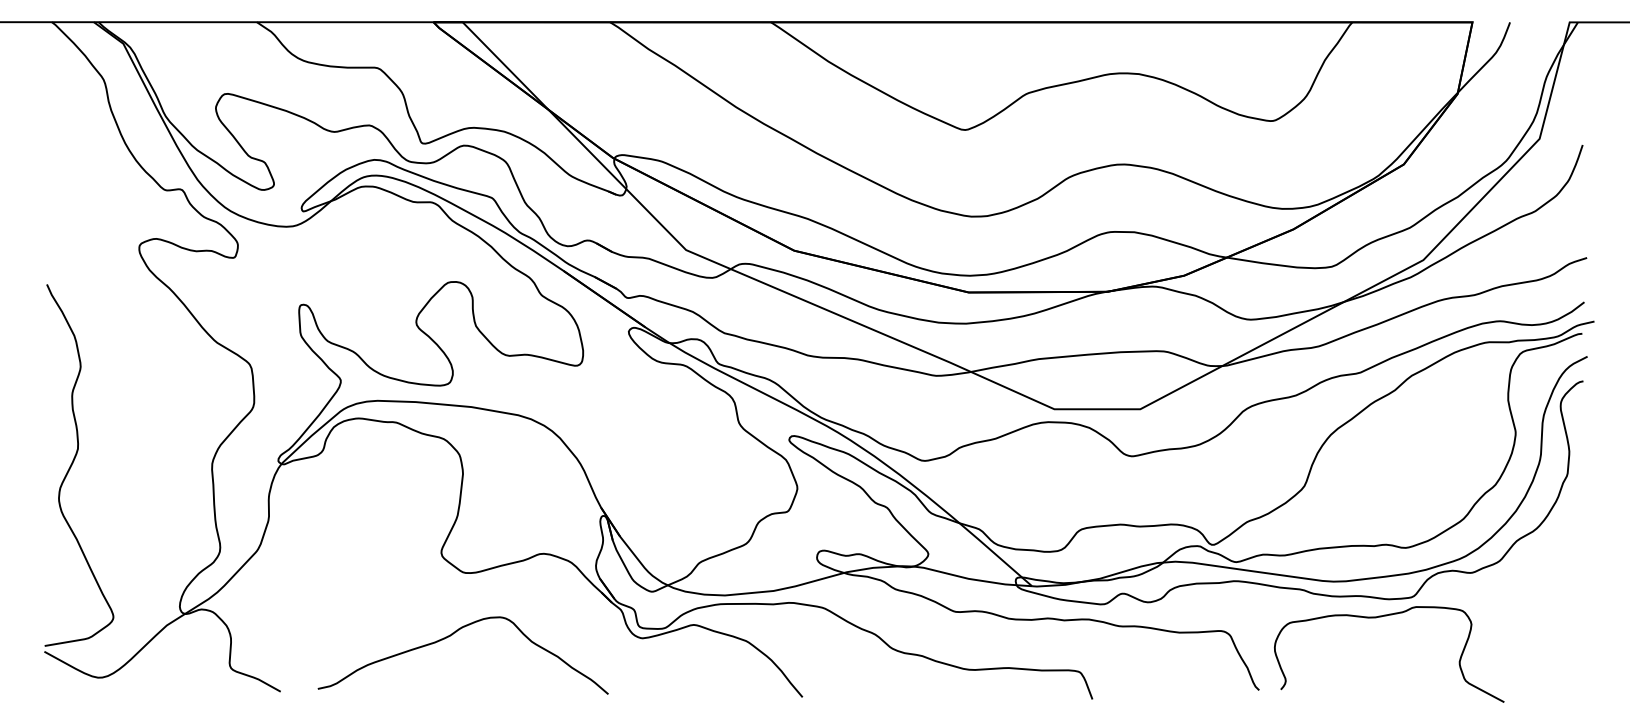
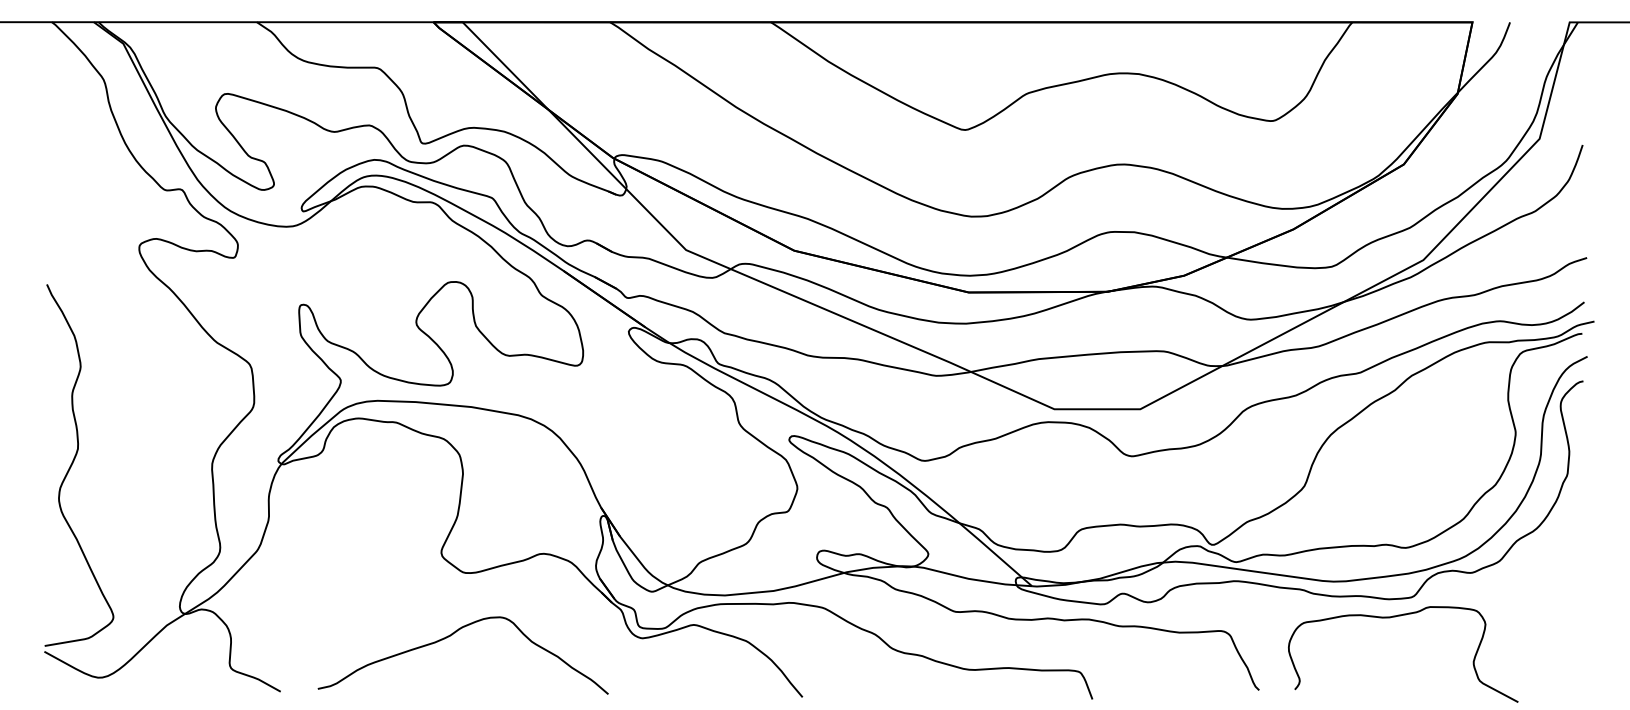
curve at (1381, 617) position: (1381, 617) -> (1395, 617)
